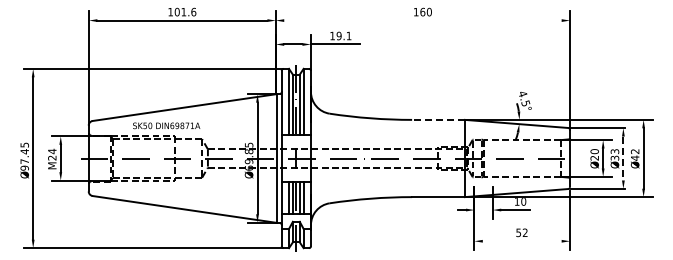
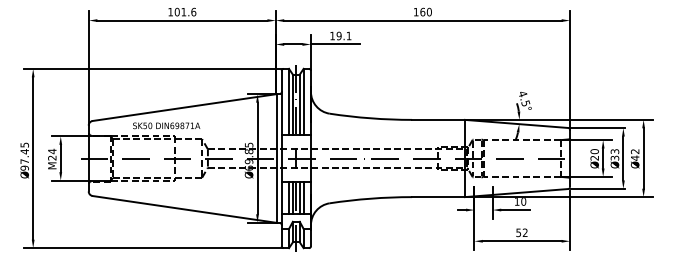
line at (422, 20): none -> present
line at (438, 119): dashed -> solid
line at (623, 158): dashed -> solid
line at (521, 241): none -> present
